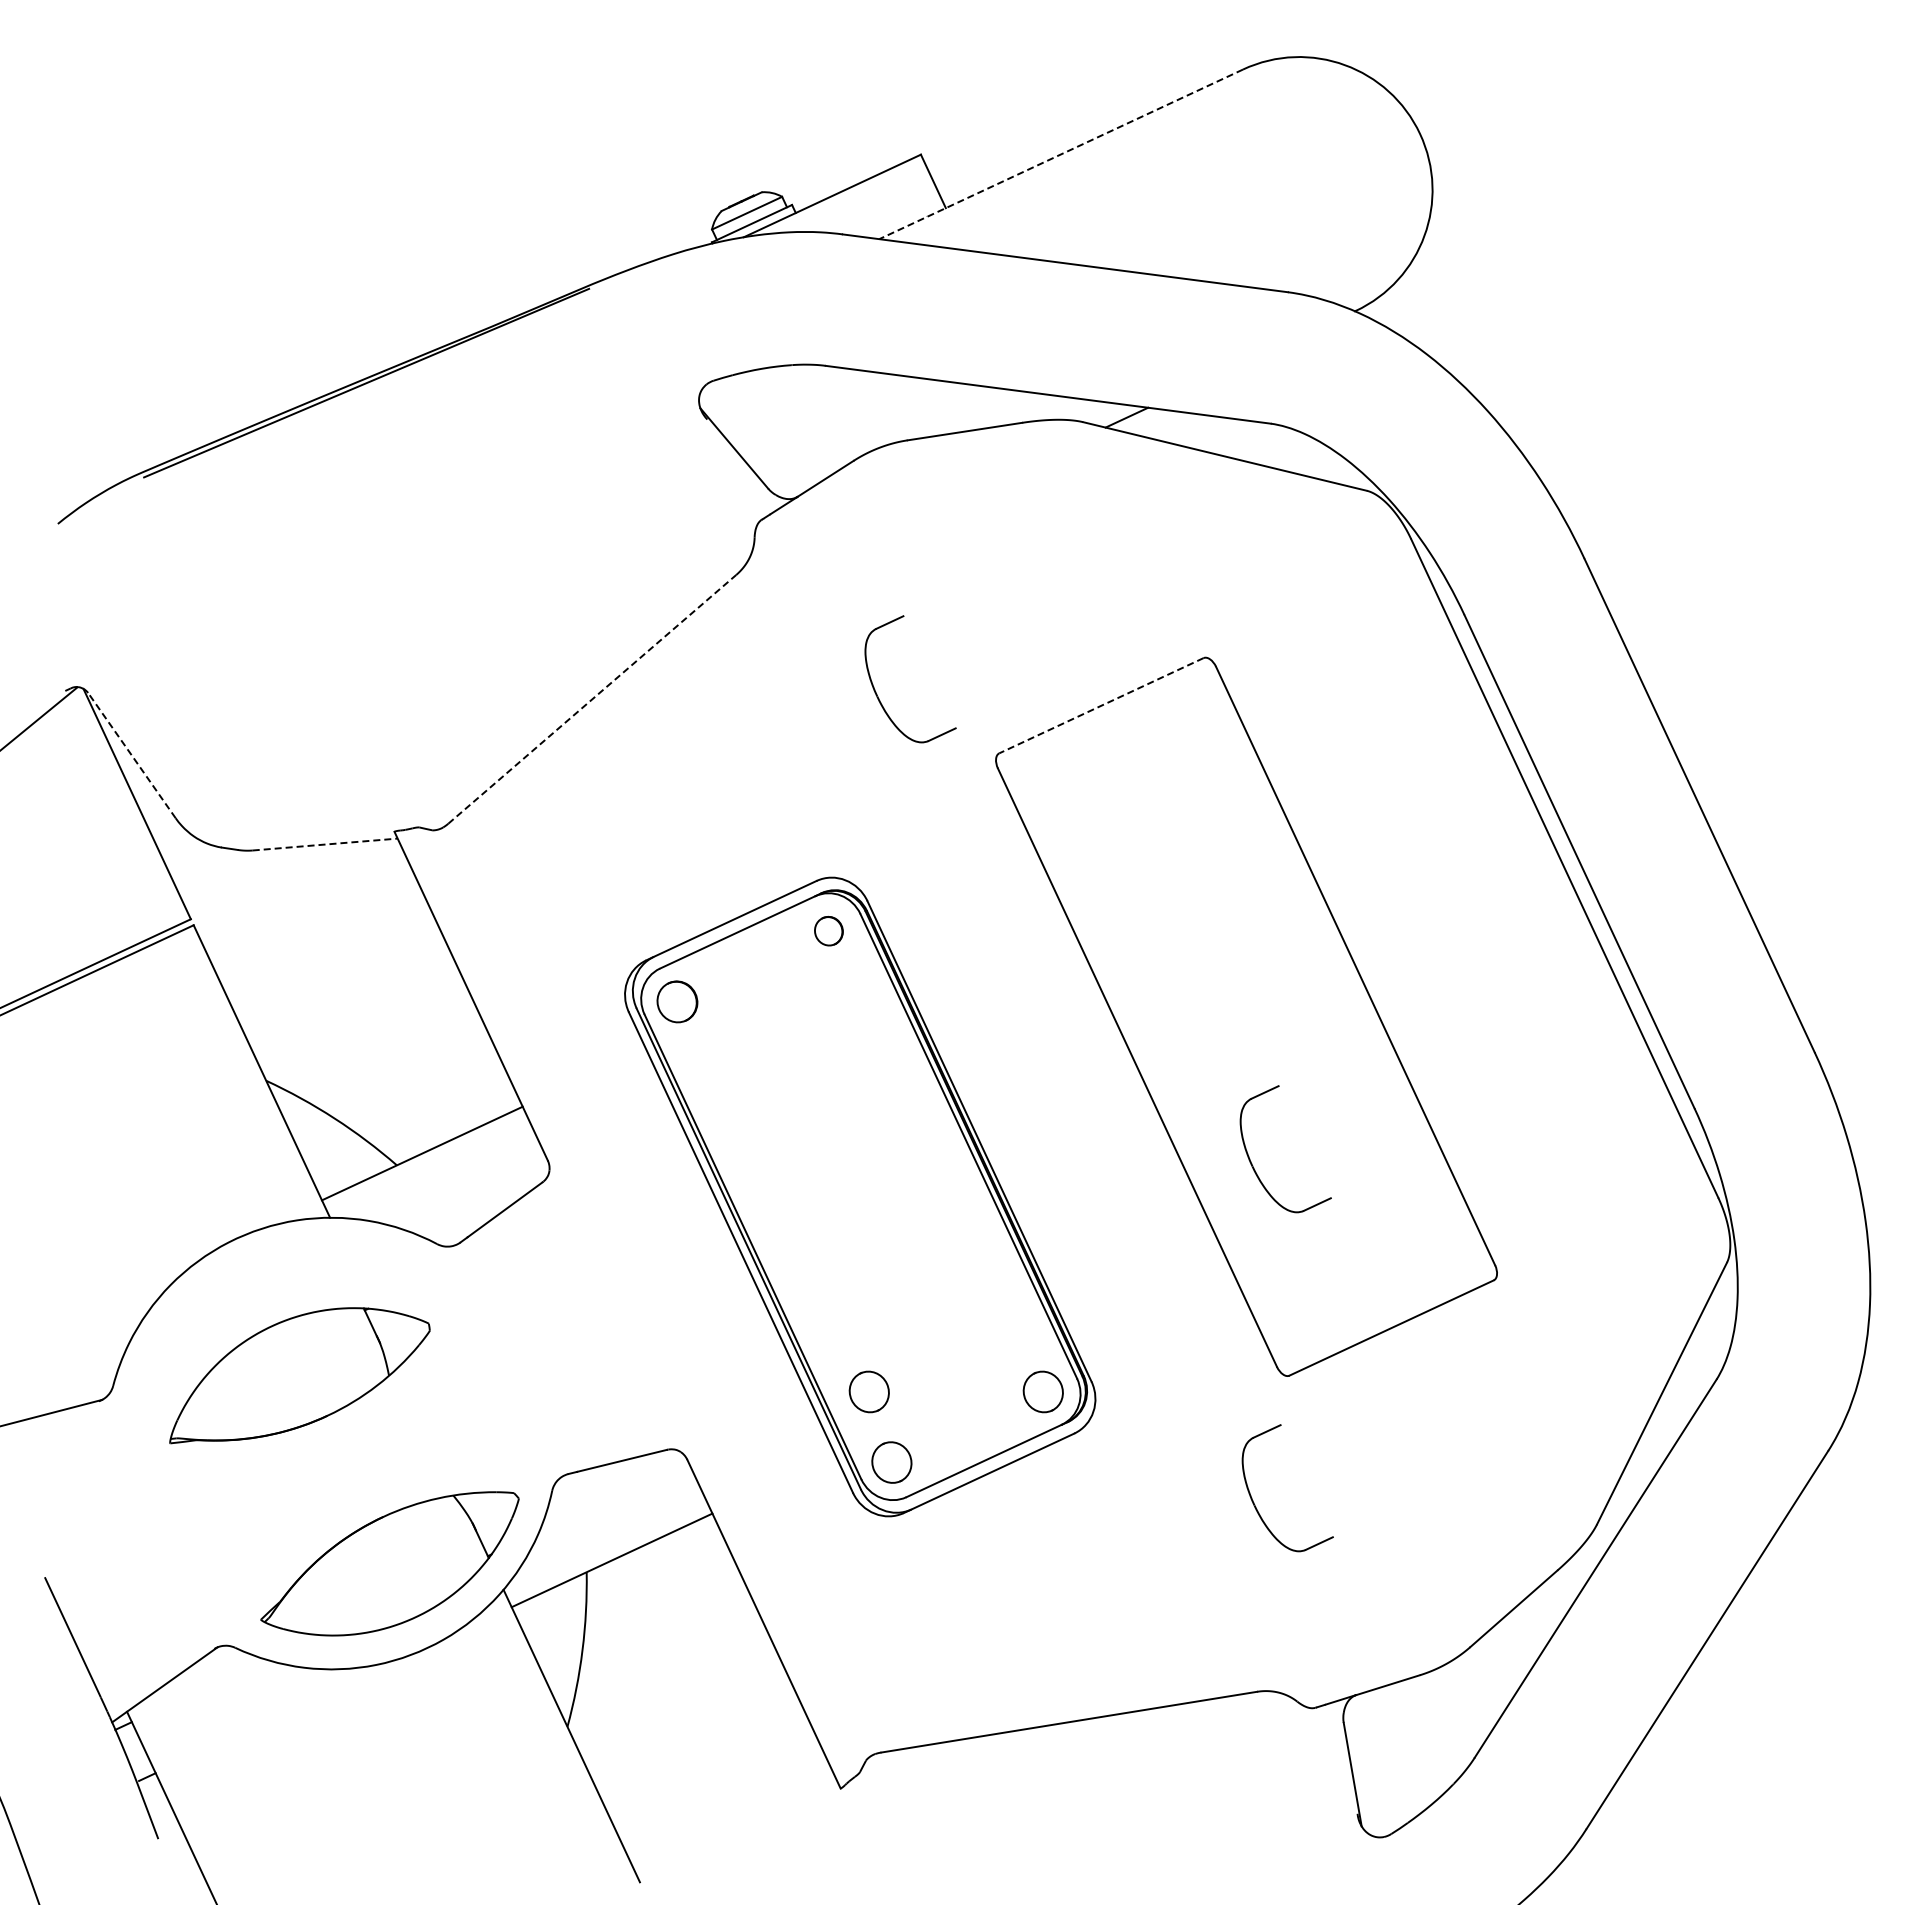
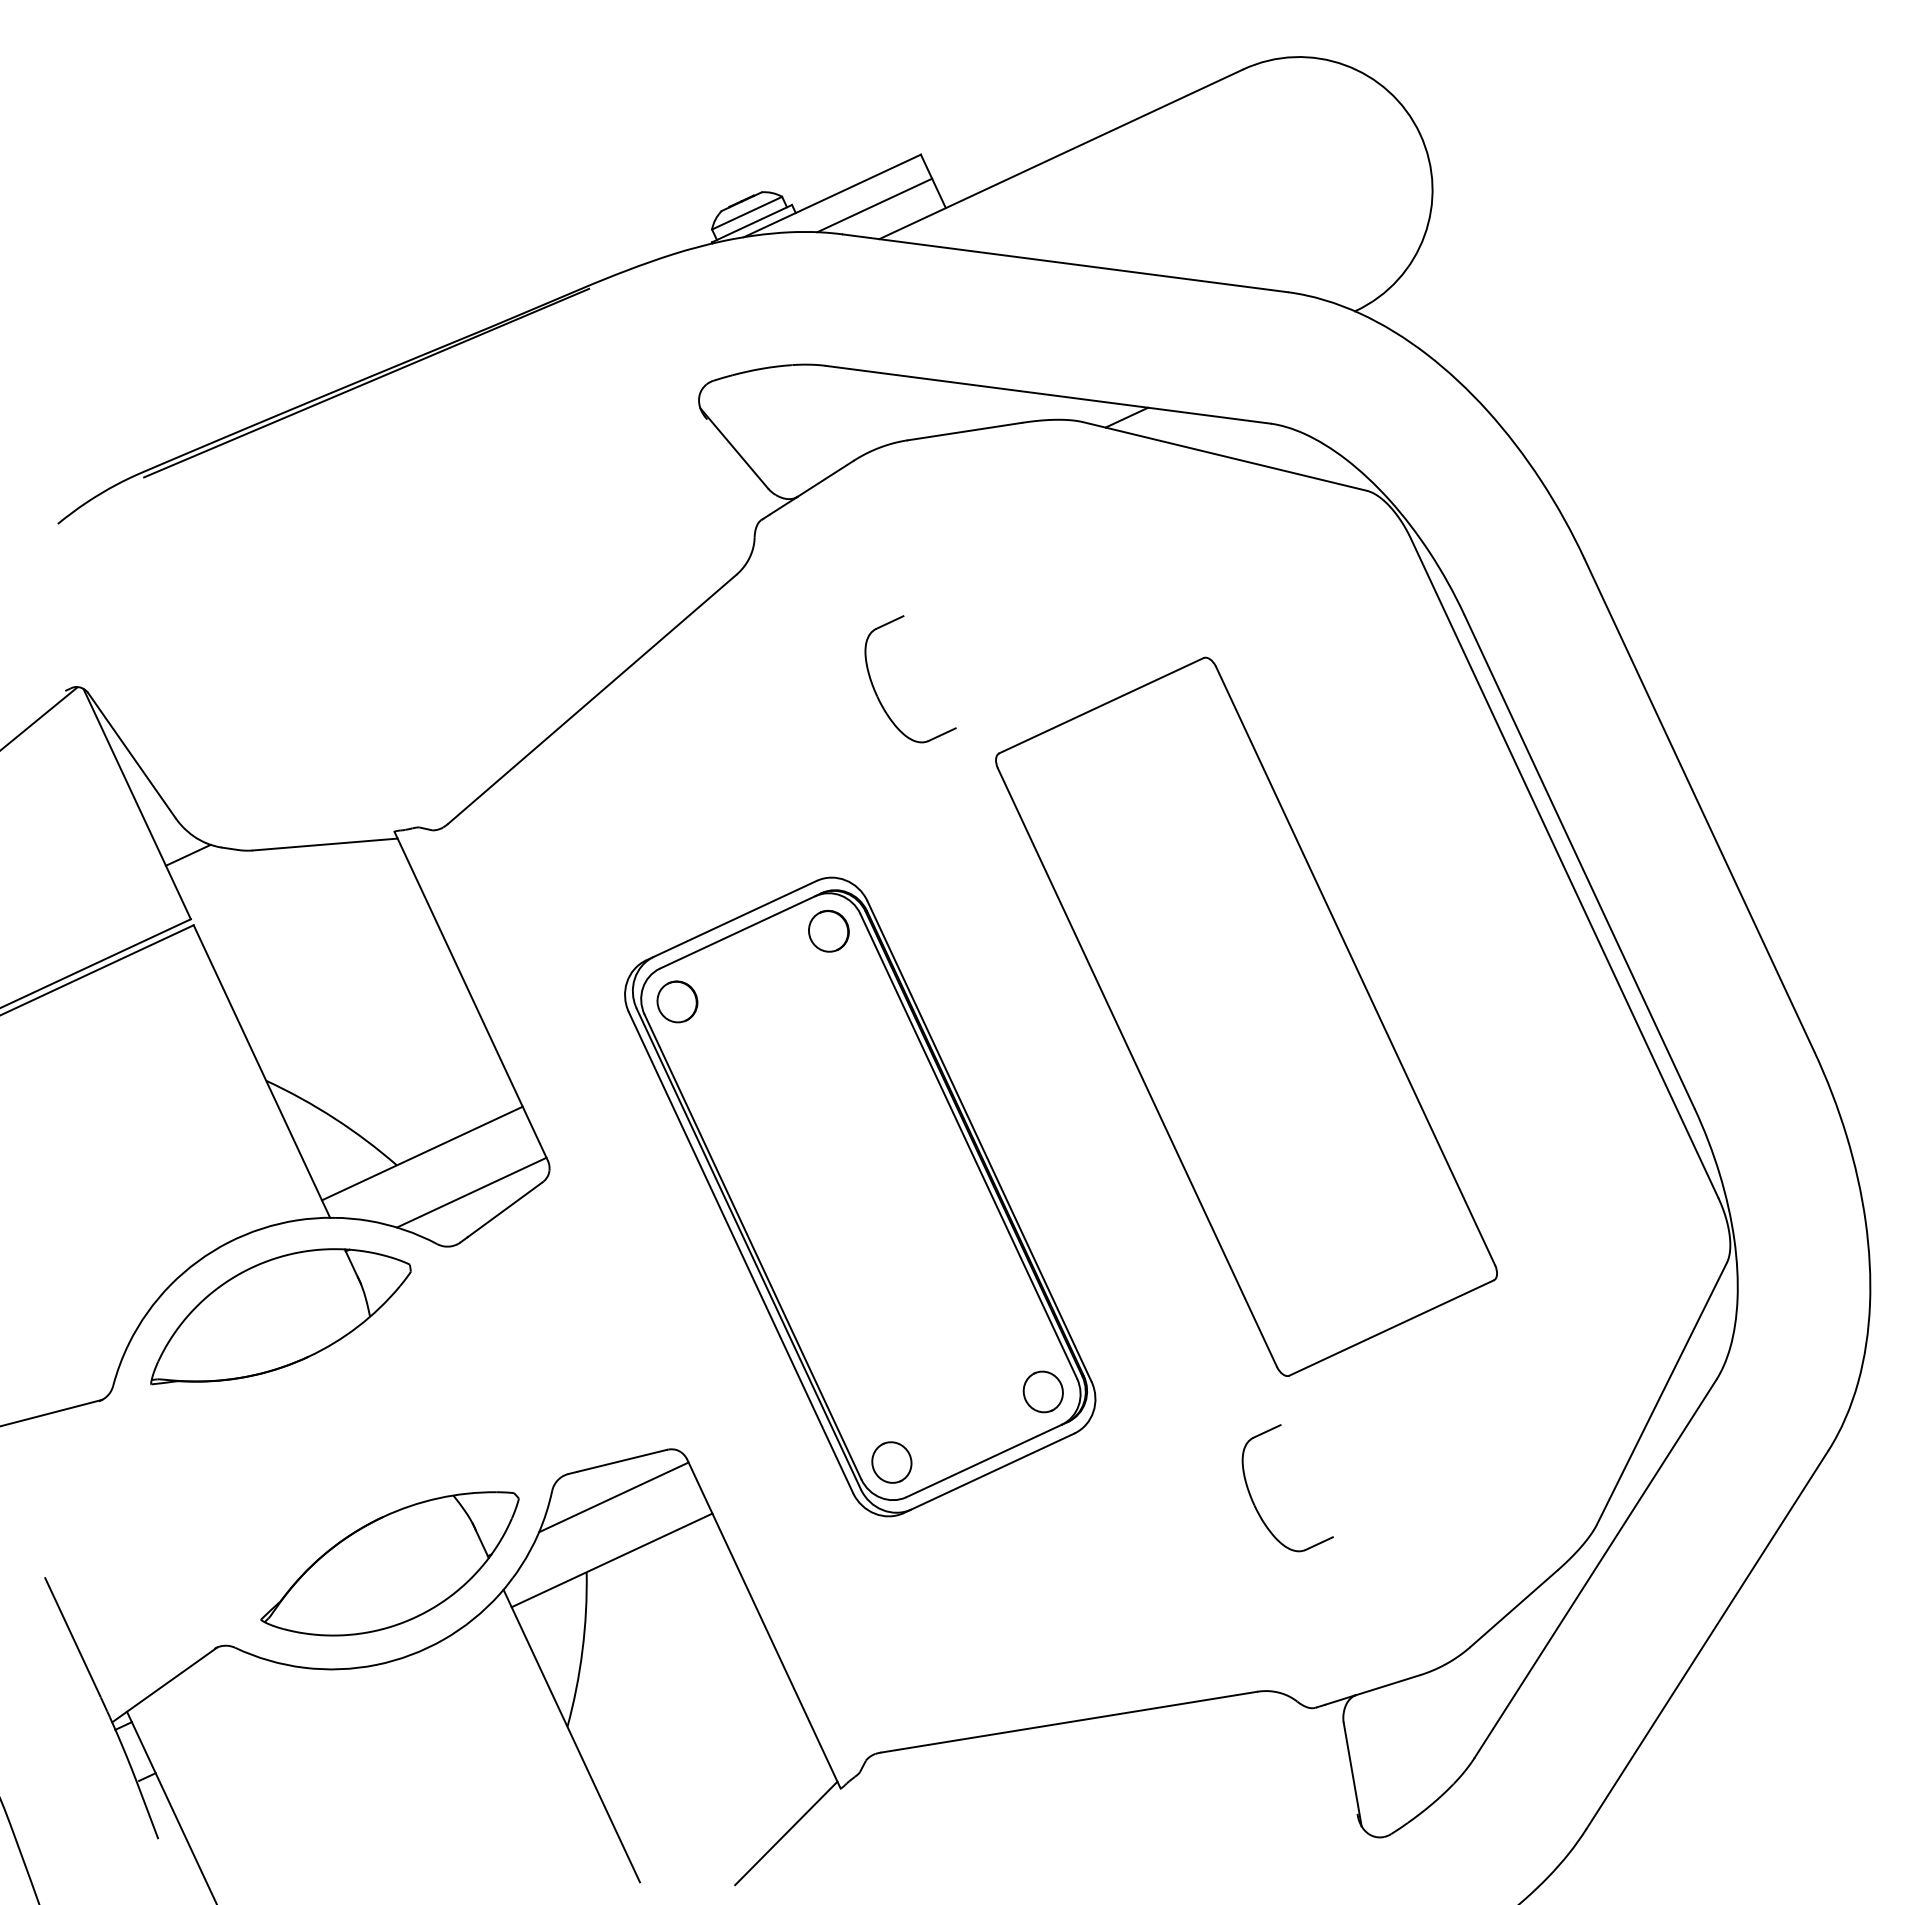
line at (1061, 154): dashed -> solid
line at (874, 205): none -> present
line at (592, 699): dashed -> solid
line at (1101, 705): dashed -> solid
line at (131, 755): dashed -> solid
line at (325, 844): dashed -> solid
line at (187, 854): none -> present
part at (828, 931) size: 30x31 px -> 42x44 px
part at (1253, 1165): present -> none
line at (471, 1192): none -> present
part at (299, 1375) position: (299, 1375) -> (280, 1316)
part at (868, 1391): present -> none
line at (613, 1497): none -> present
line at (786, 1833): none -> present
